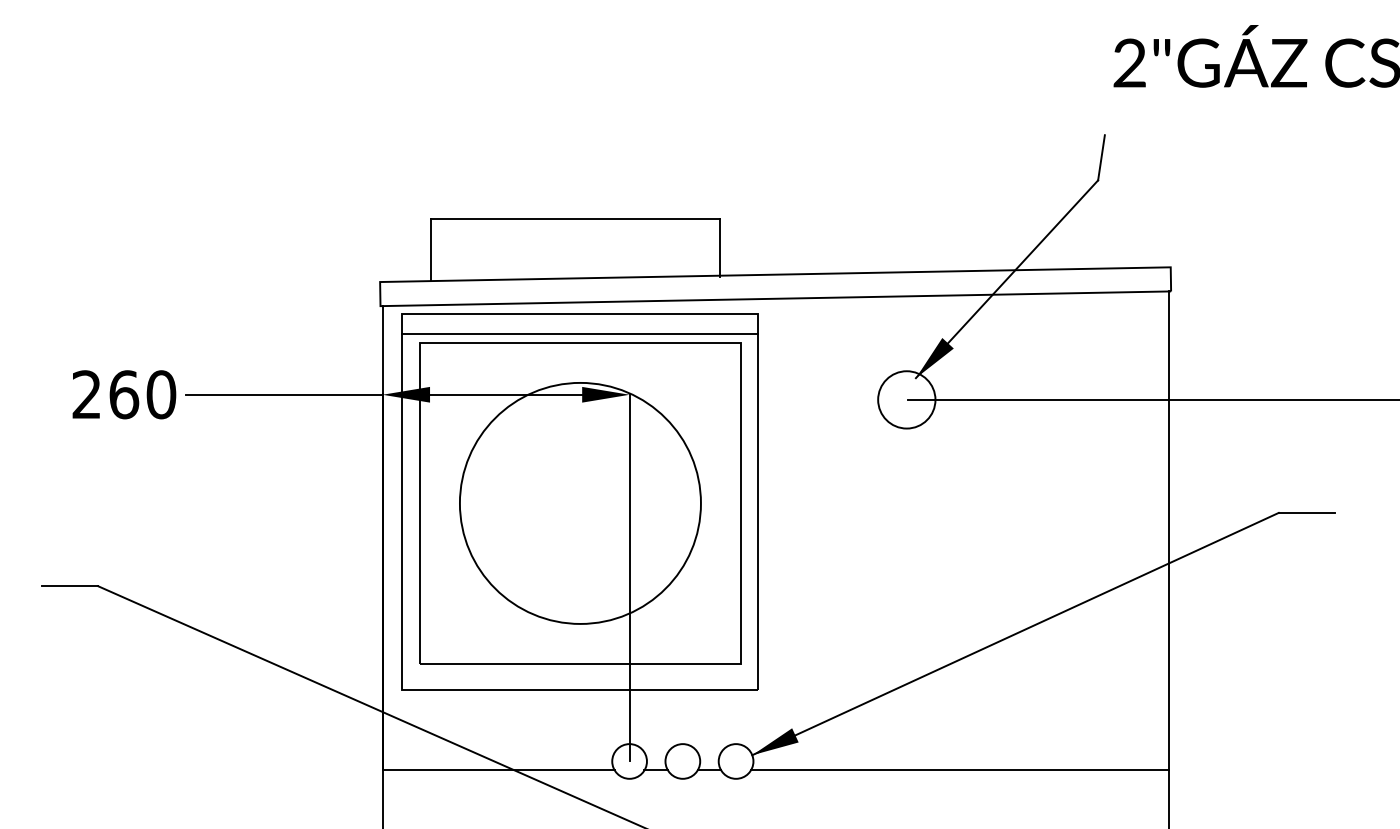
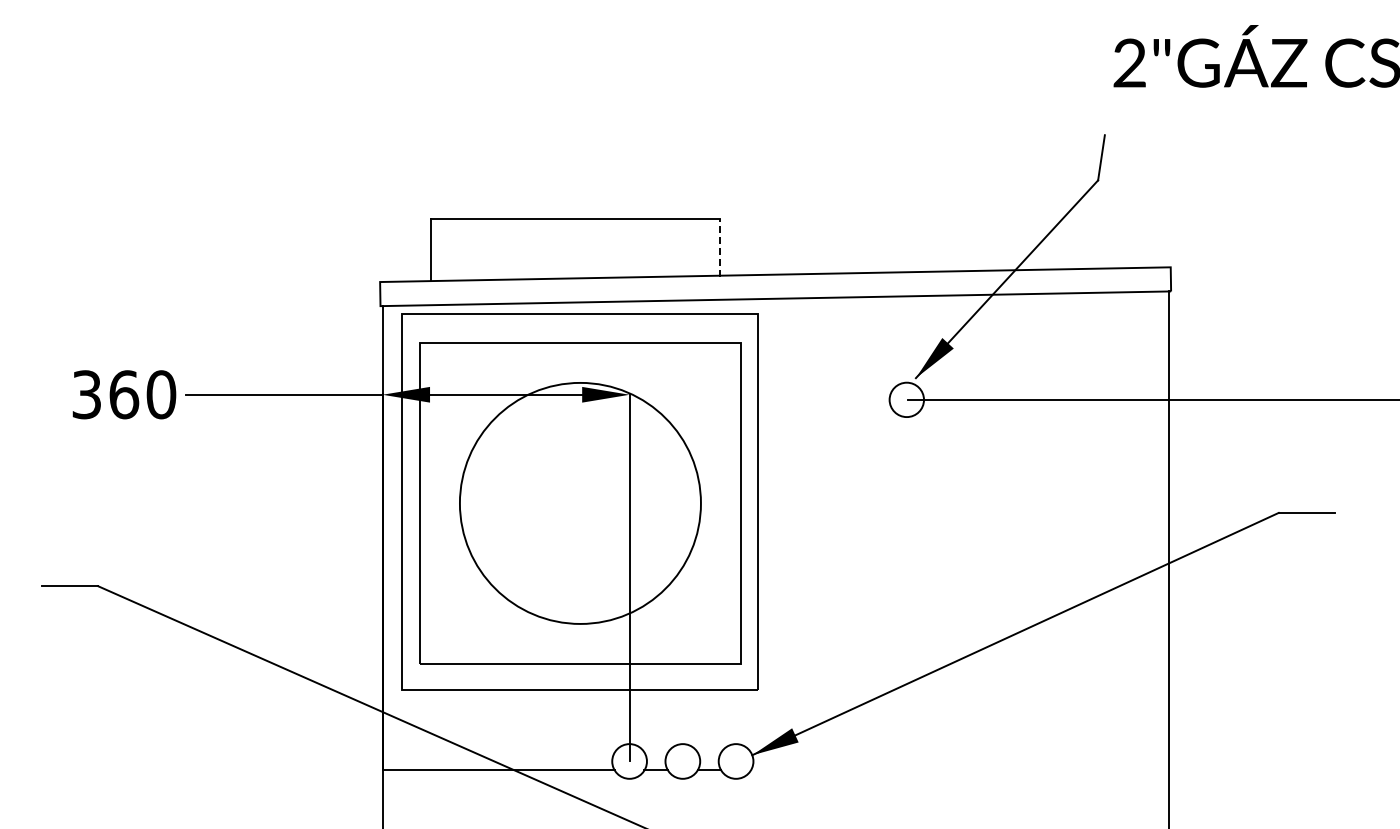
line at (720, 248): solid -> dashed
line at (580, 334): present -> none
text at (86, 394): 260 -> 360
circle at (906, 399) diameter: 57 px -> 34 px
line at (959, 770): present -> none
